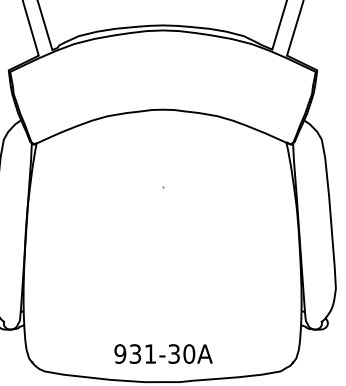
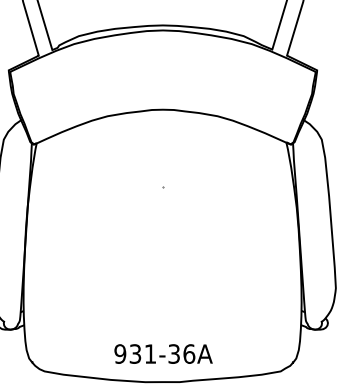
text at (189, 353): 931-30A -> 931-36A
